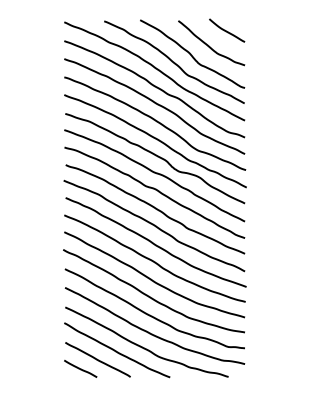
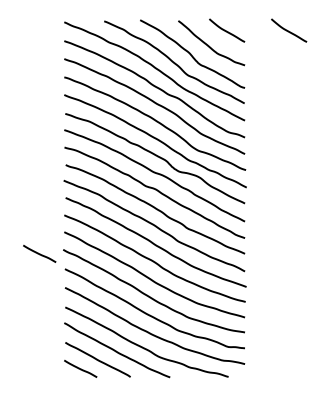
curve at (288, 30): none -> present
line at (39, 253): none -> present
